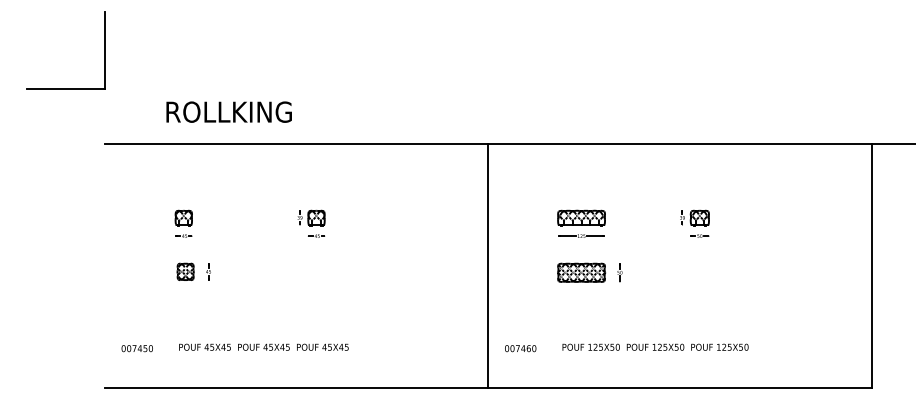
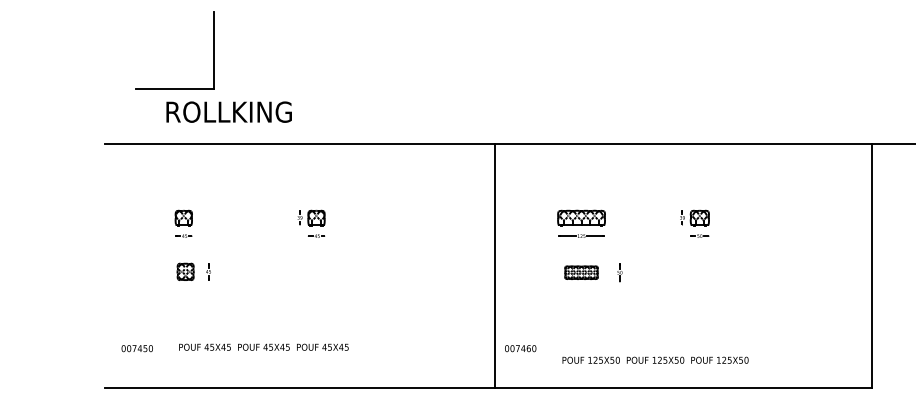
part at (65, 88) position: (65, 88) -> (174, 88)
line at (488, 265) position: (488, 265) -> (495, 265)
part at (581, 272) size: 49x21 px -> 35x15 px
text at (655, 346) position: (655, 346) -> (655, 359)
